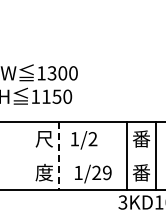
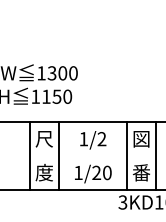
text at (141, 138): 番 -> 図
text at (84, 140) position: (84, 140) -> (93, 140)
line at (30, 155): none -> present
line at (58, 156): dashed -> solid
text at (107, 172): 1/29 -> 1/20
